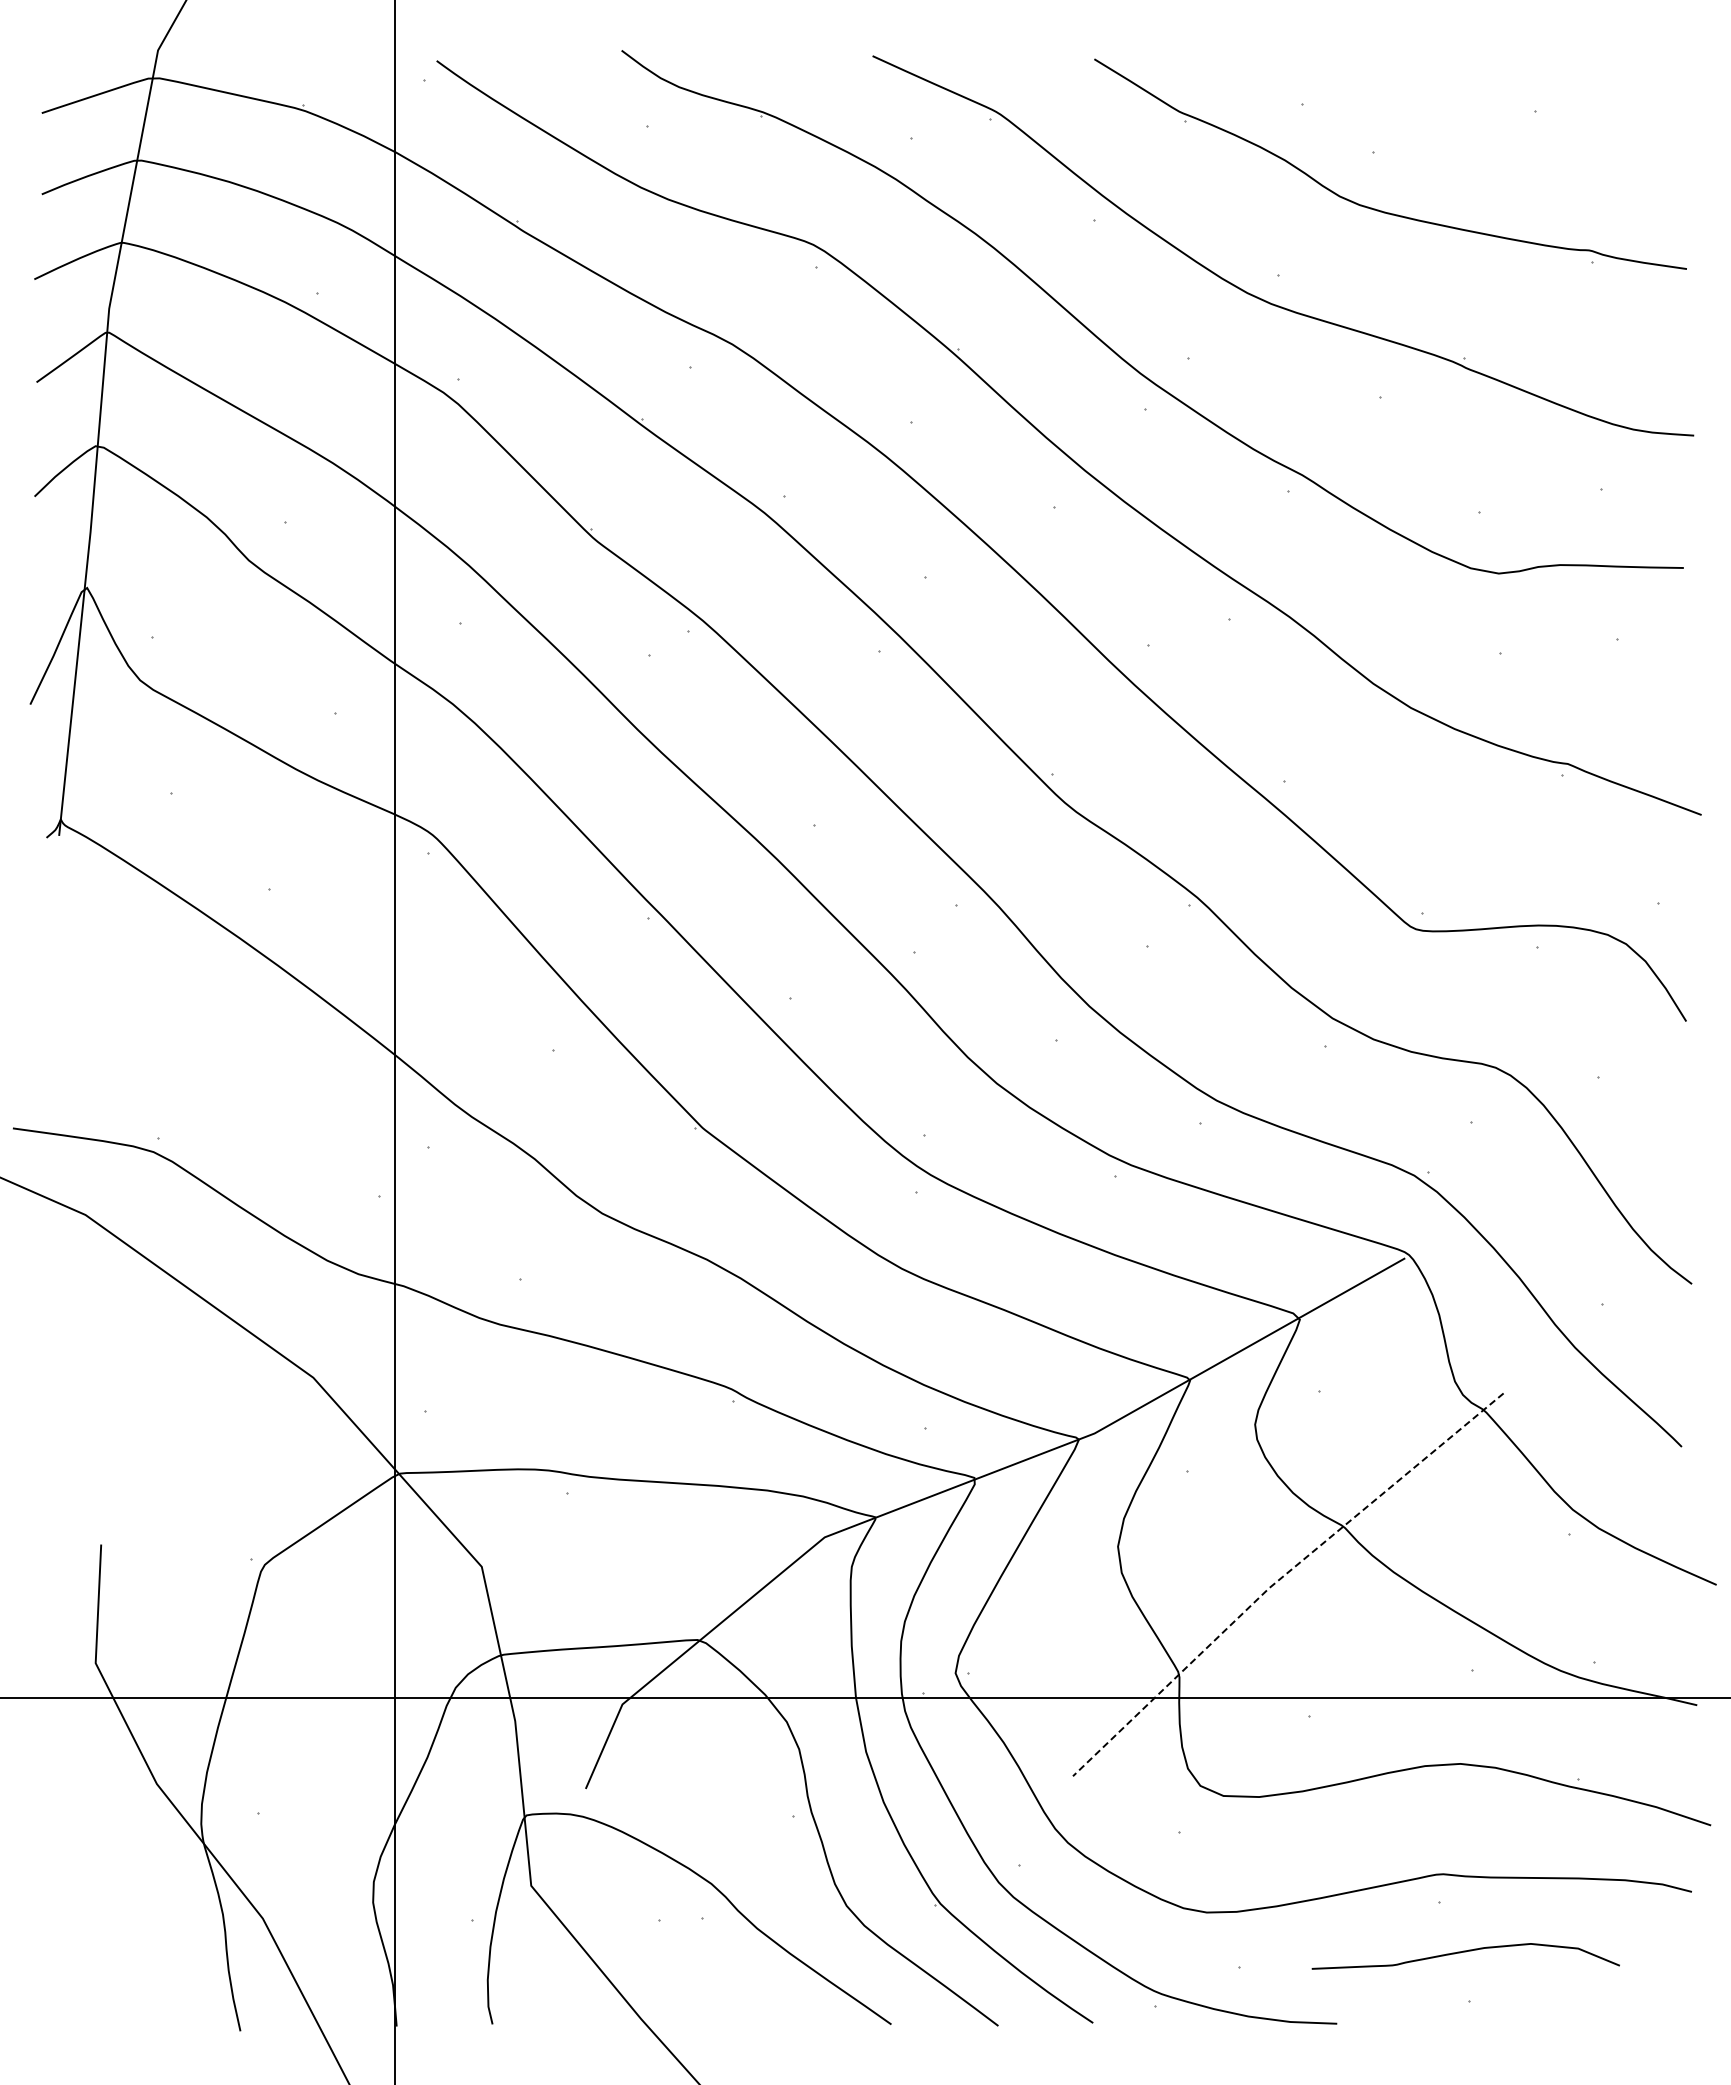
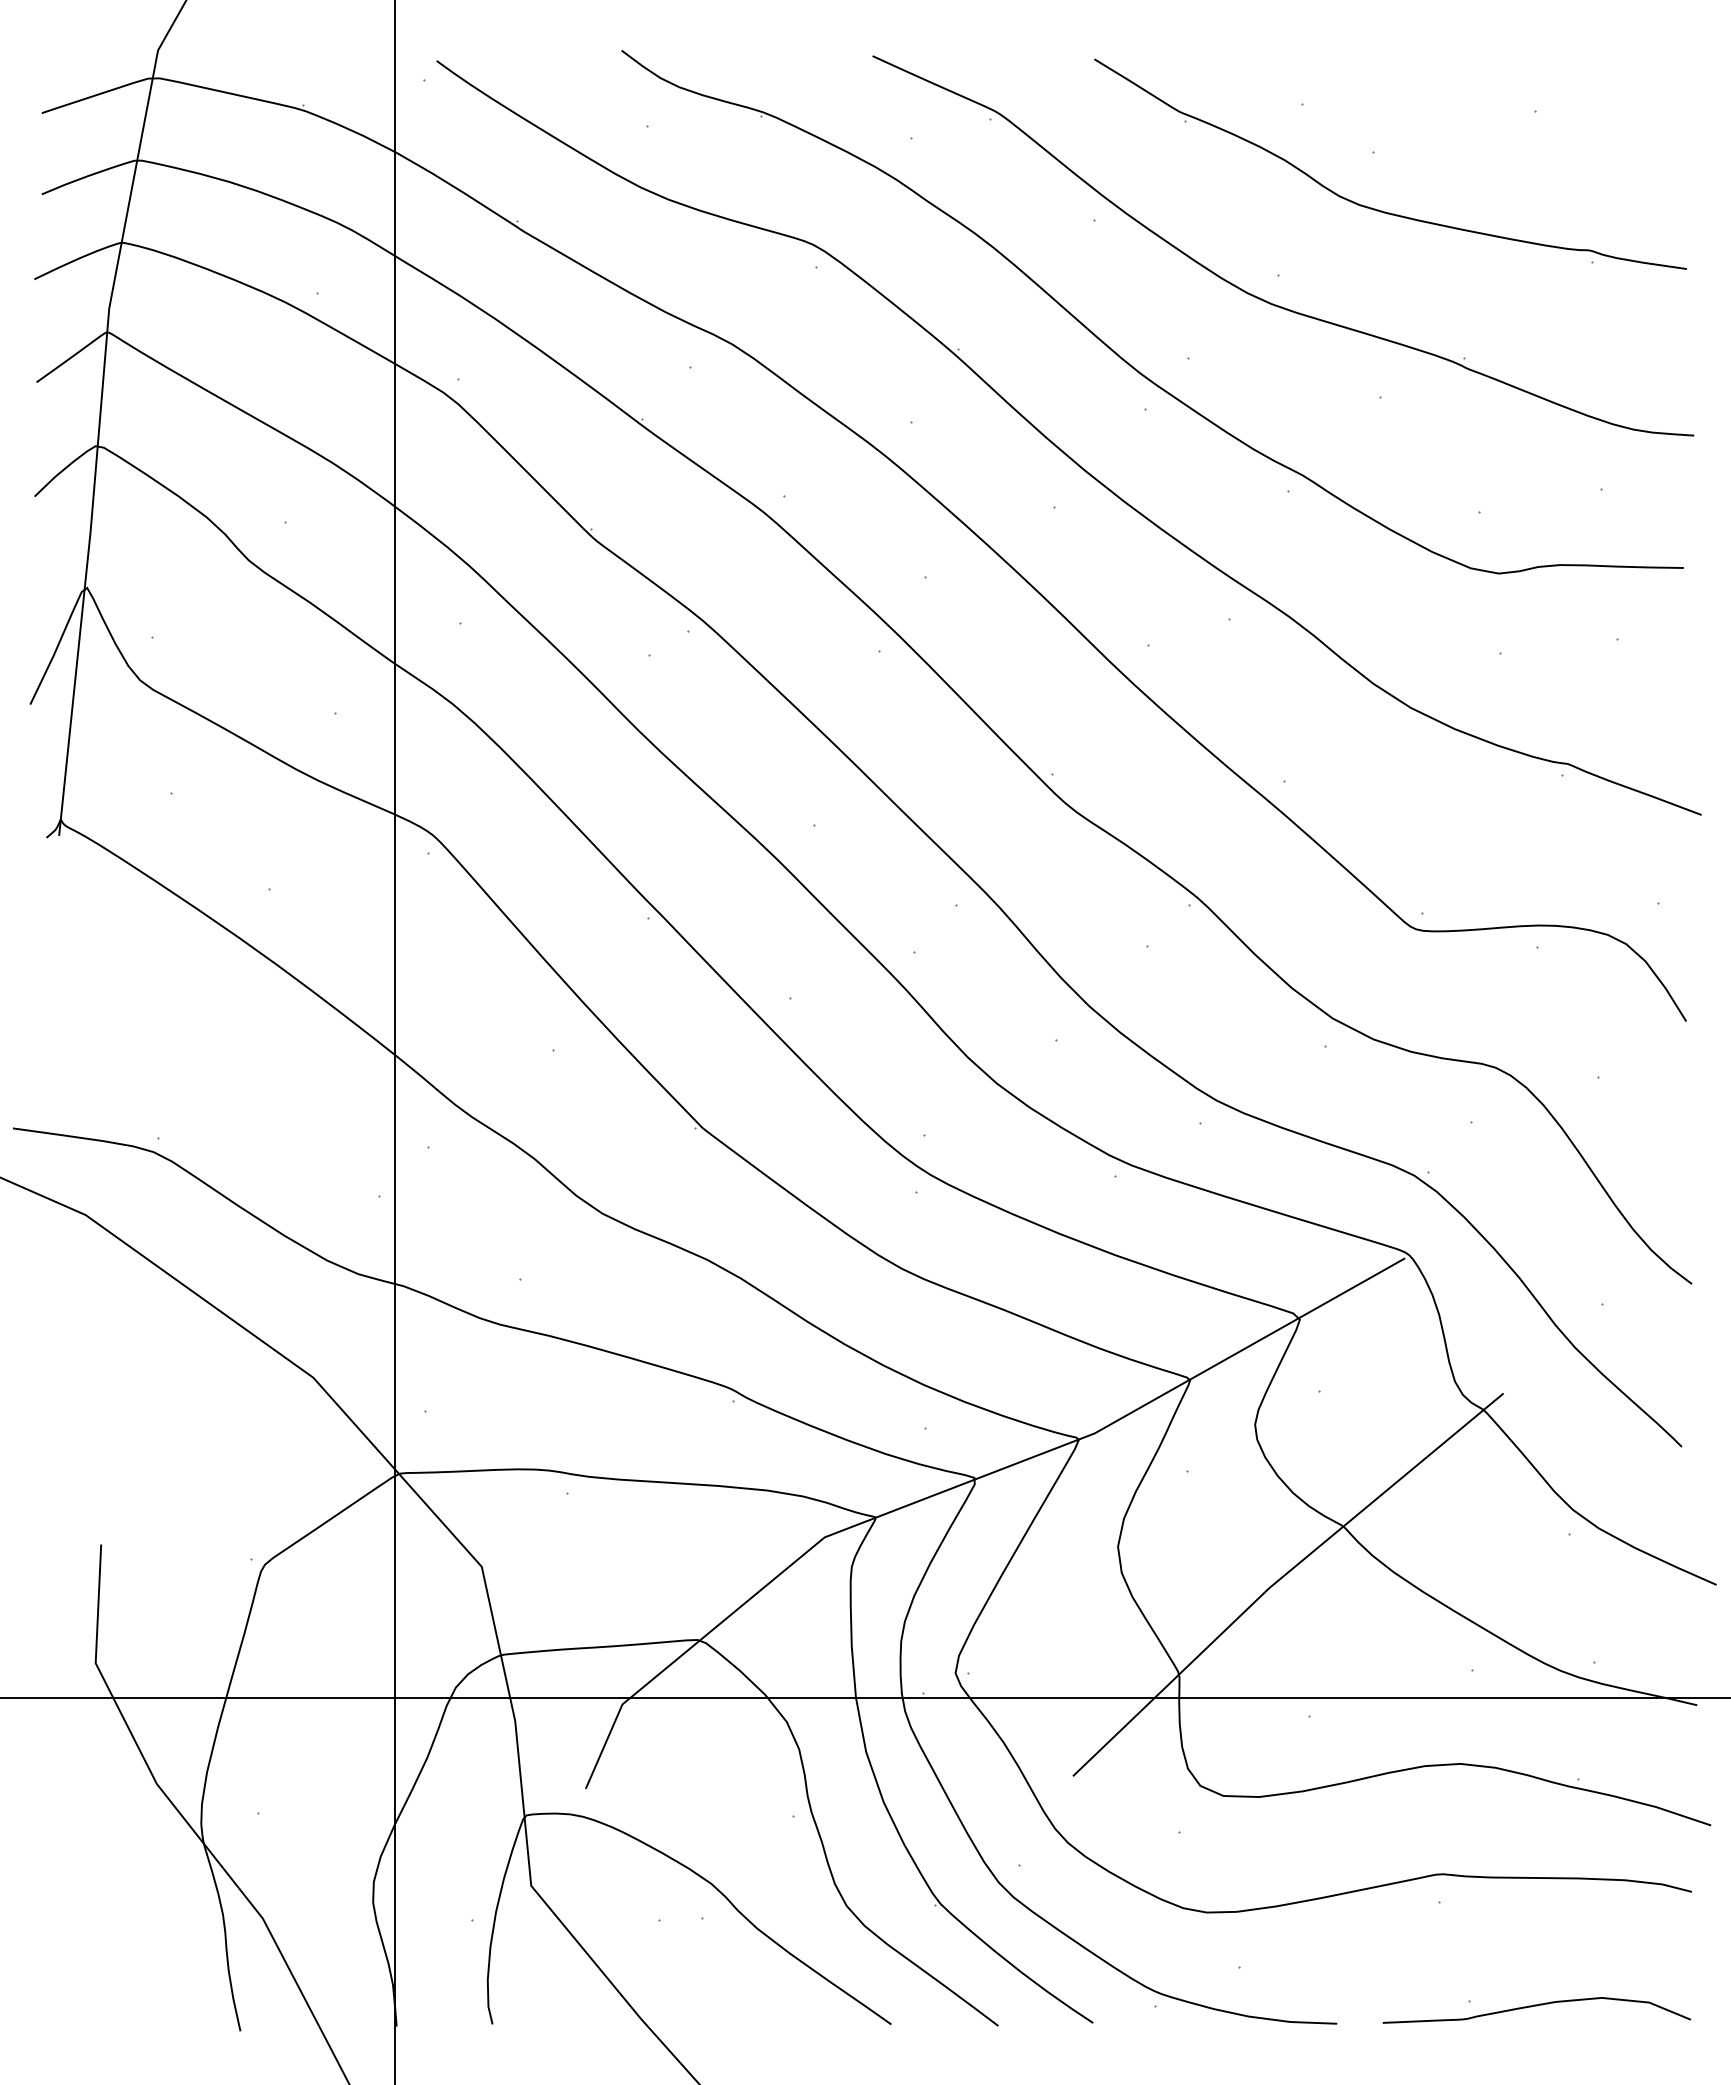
line at (1280, 1578): dashed -> solid
curve at (1465, 1952) position: (1465, 1952) -> (1536, 2006)
